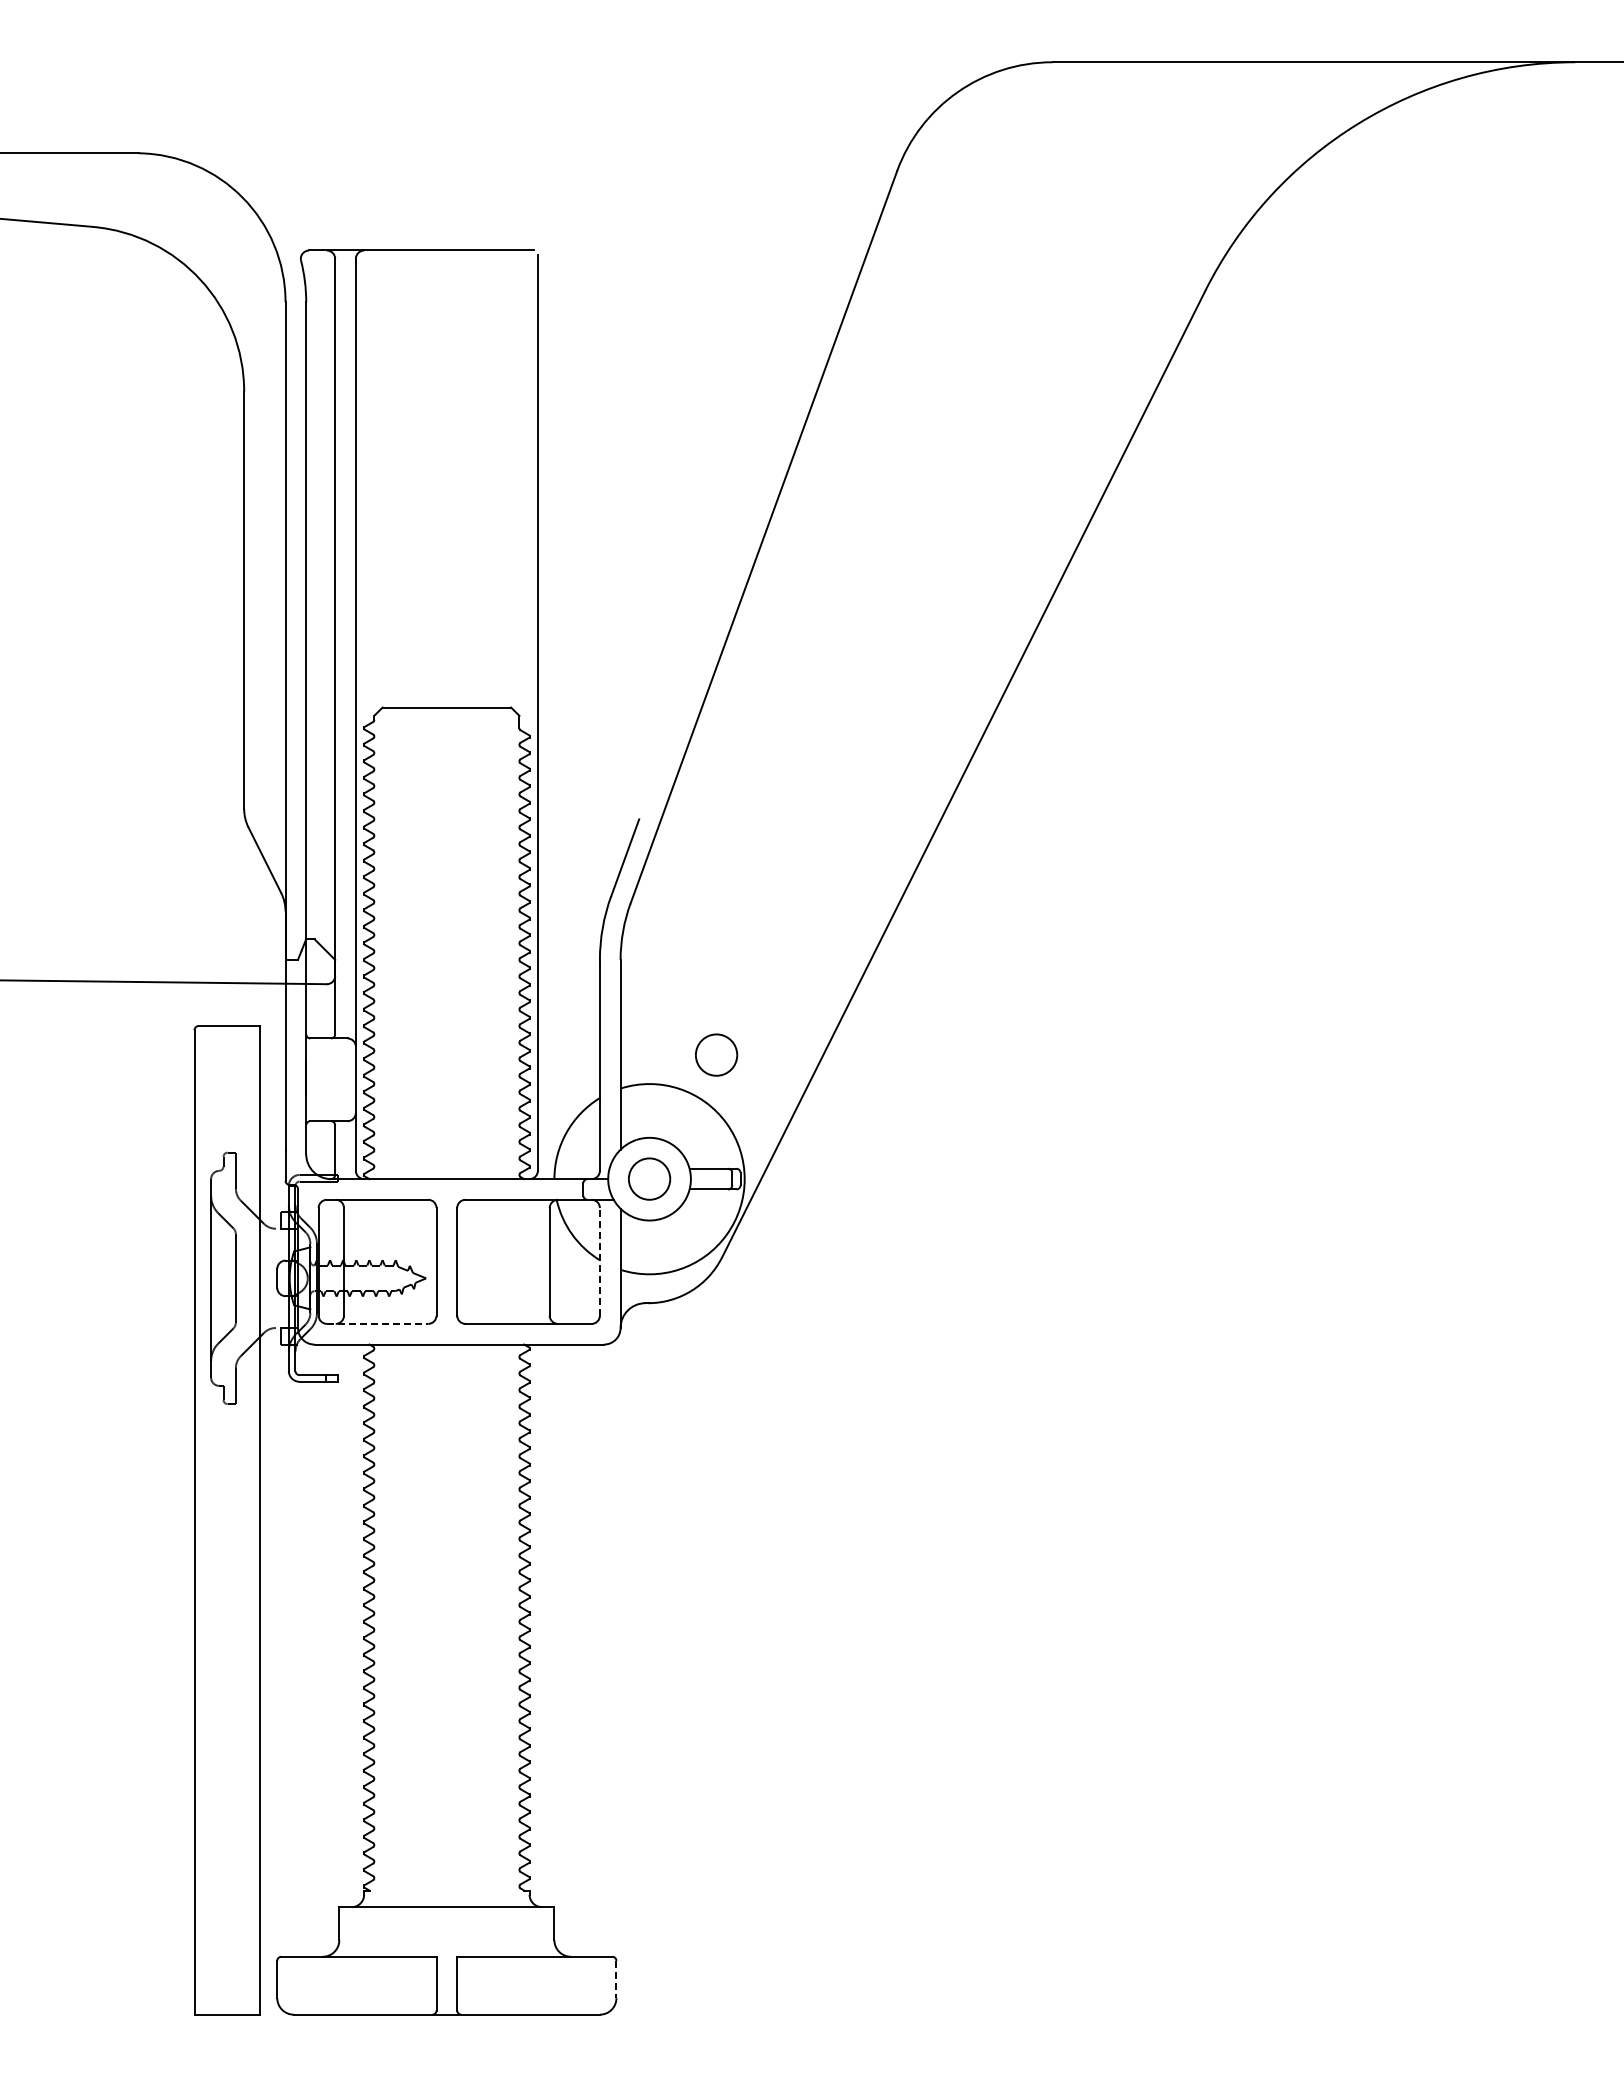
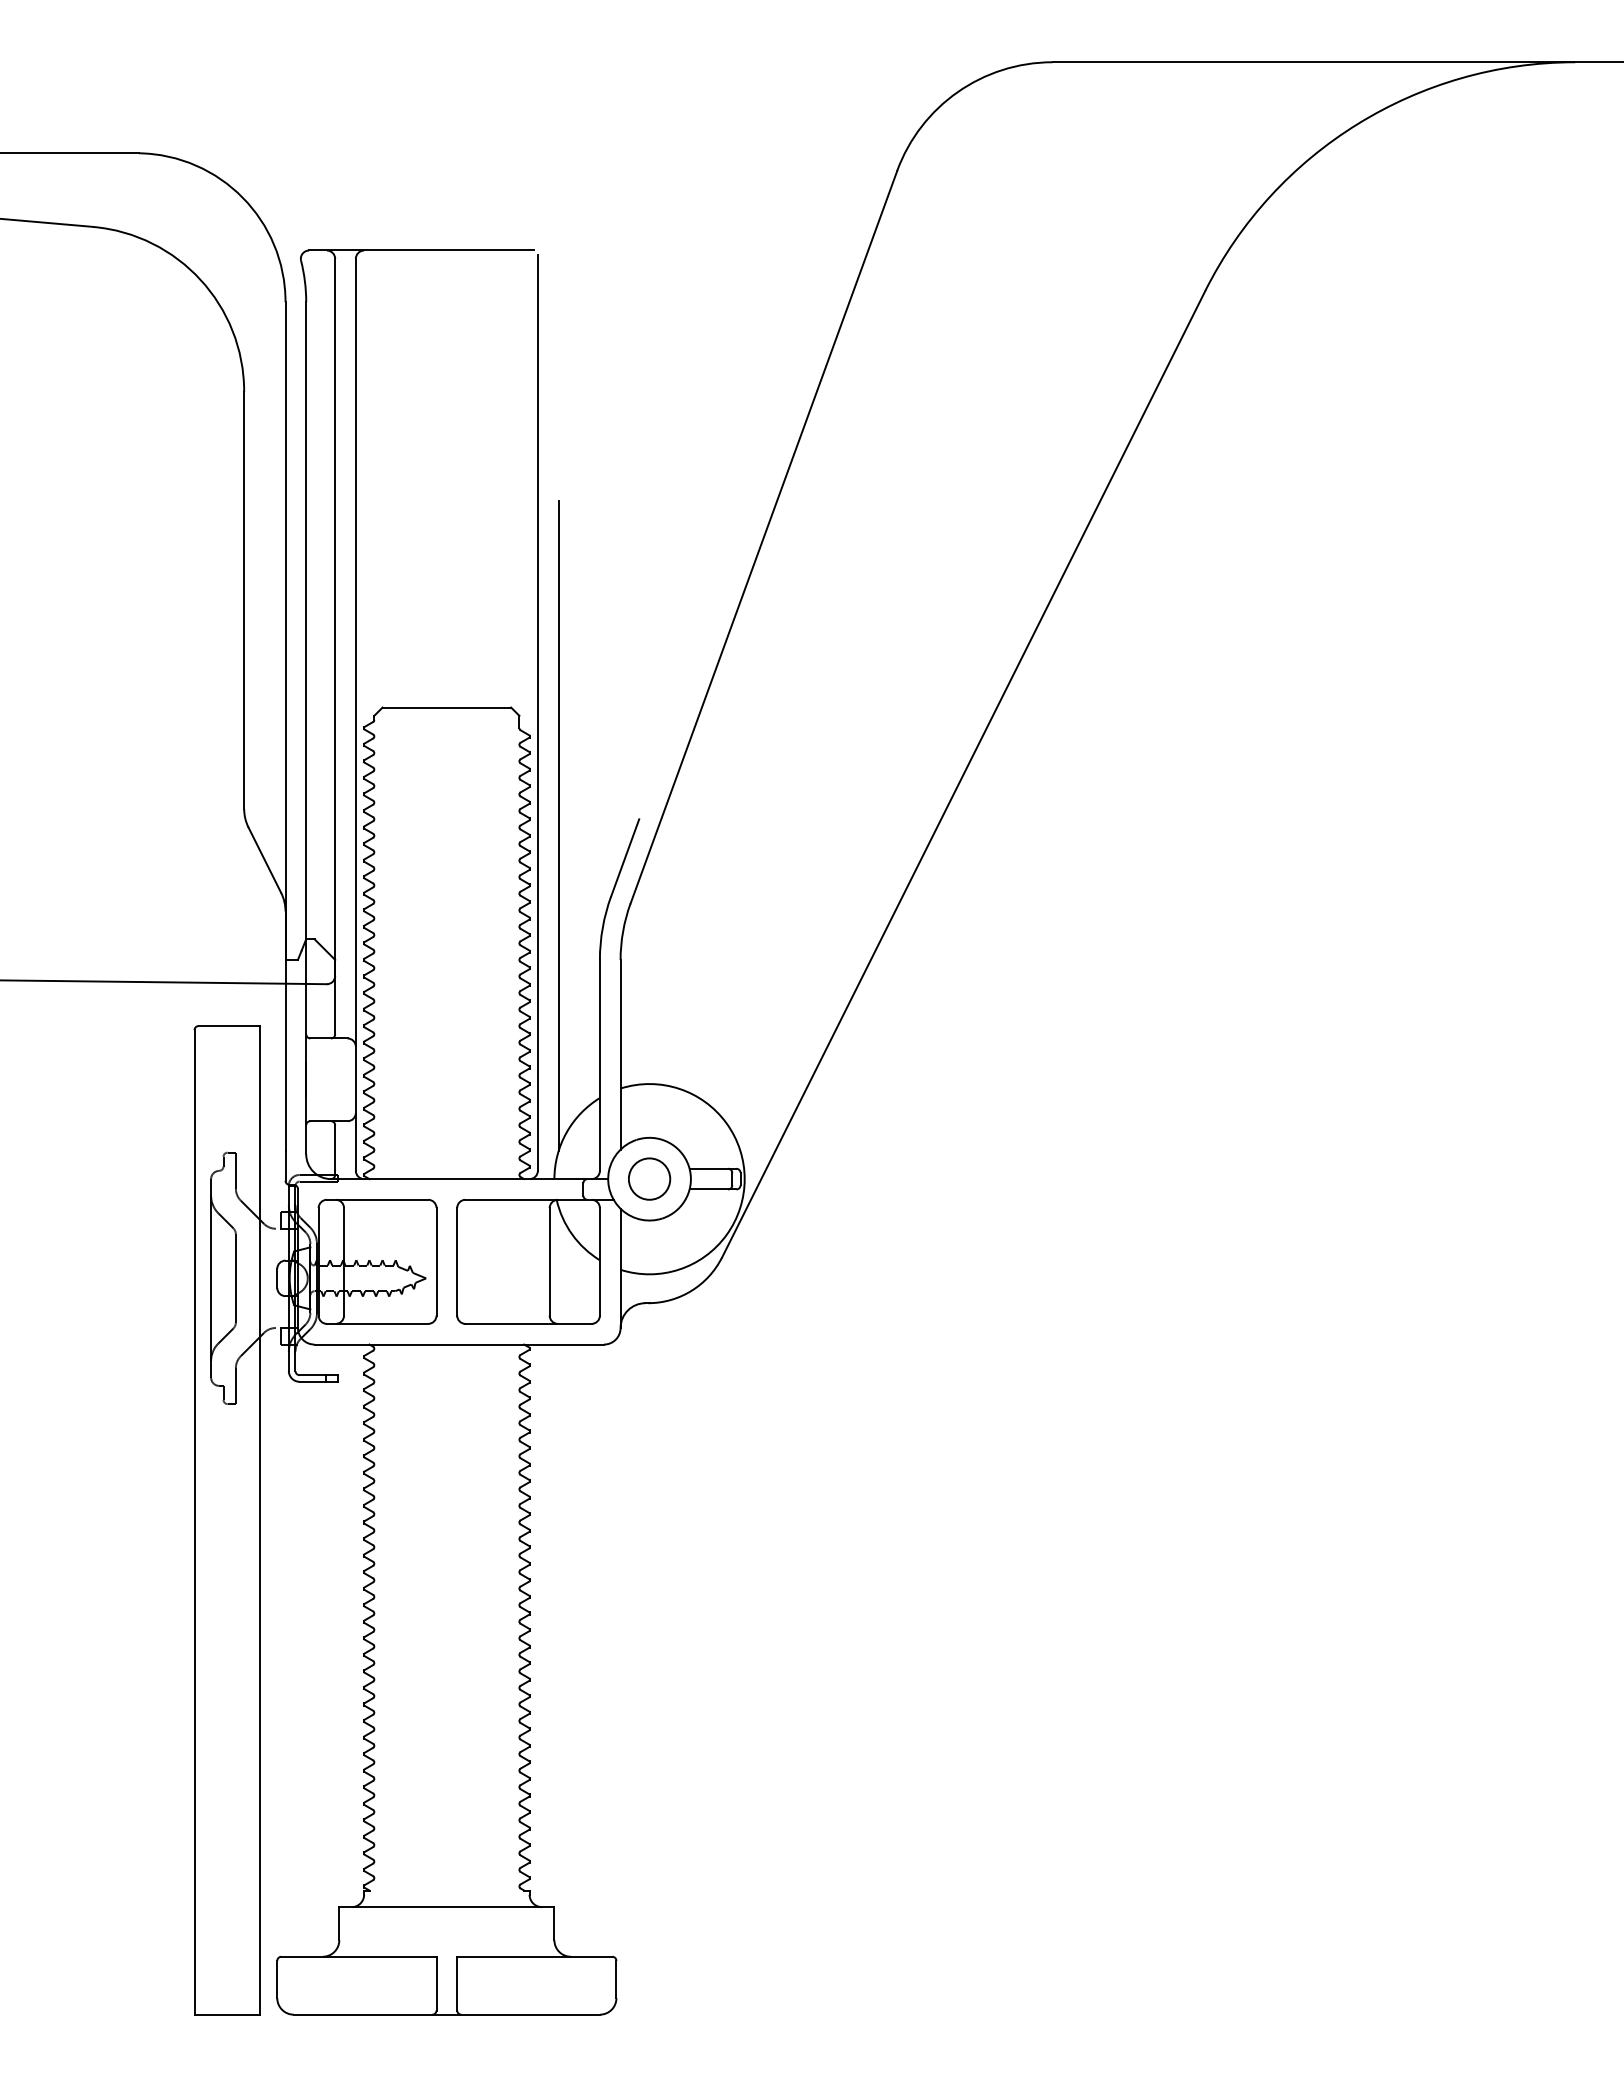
line at (558, 825): none -> present
part at (716, 1054): present -> none
line at (599, 1261): dashed -> solid
line at (377, 1323): dashed -> solid
line at (616, 1979): dashed -> solid
